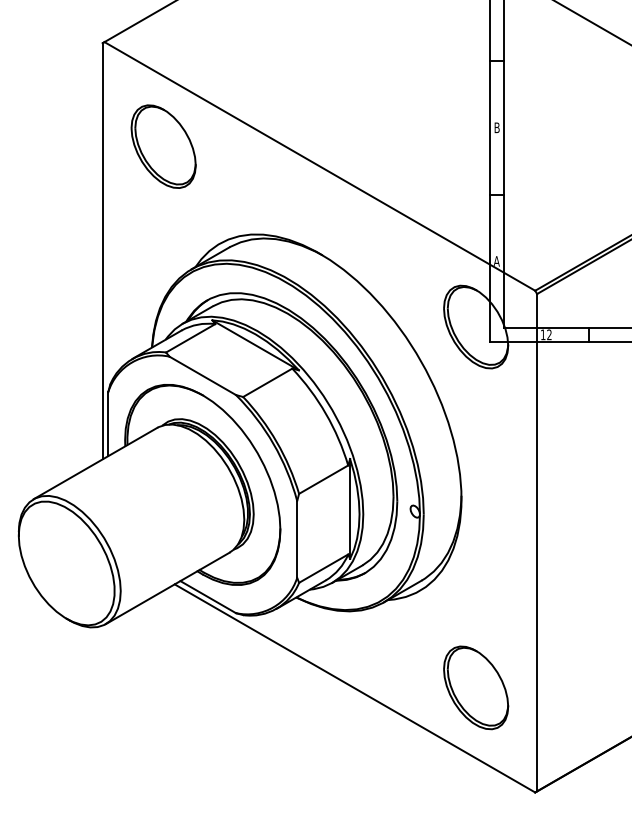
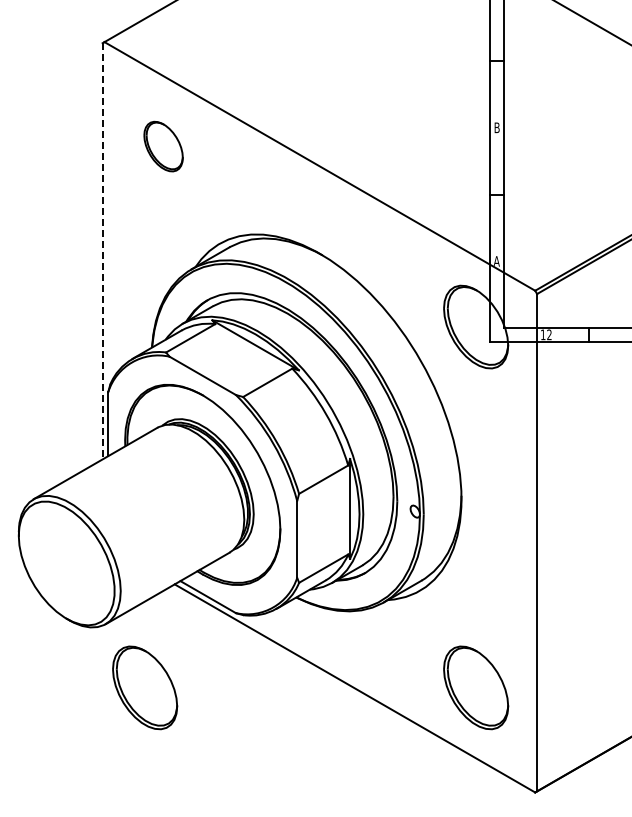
part at (163, 146) size: 67x85 px -> 41x53 px
line at (102, 251): solid -> dashed
part at (145, 687): none -> present
